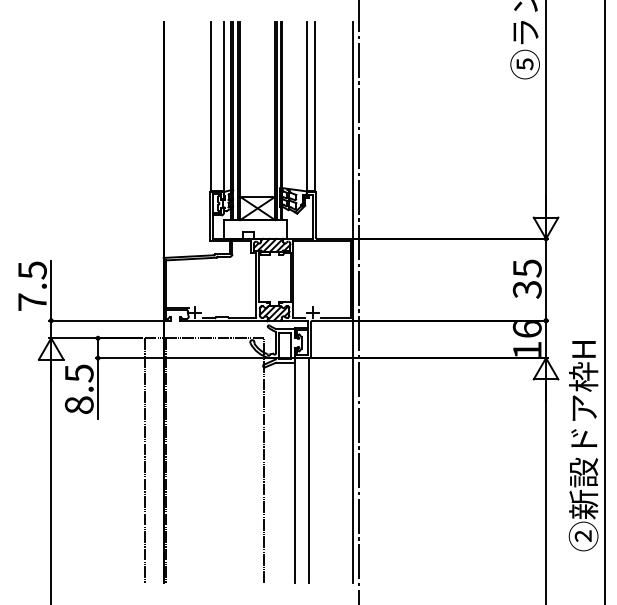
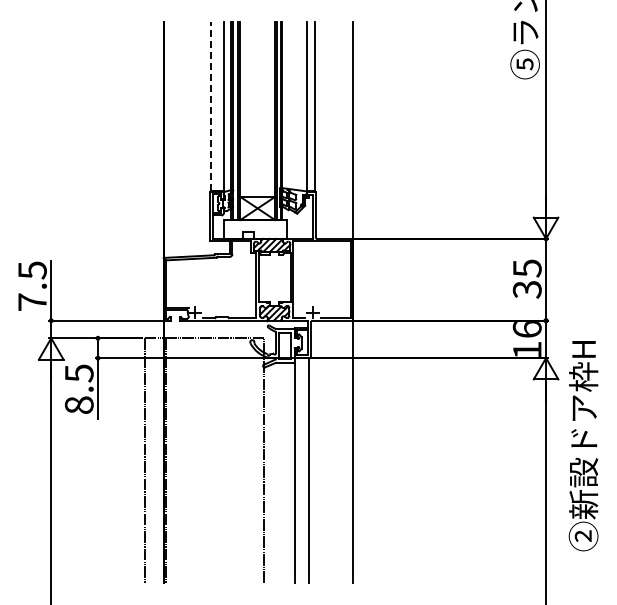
line at (210, 106): solid -> dashed
line at (358, 301): present -> none
line at (604, 301): present -> none
